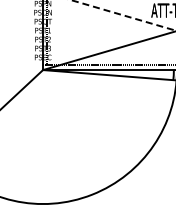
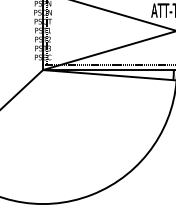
line at (122, 15): dashed -> solid
